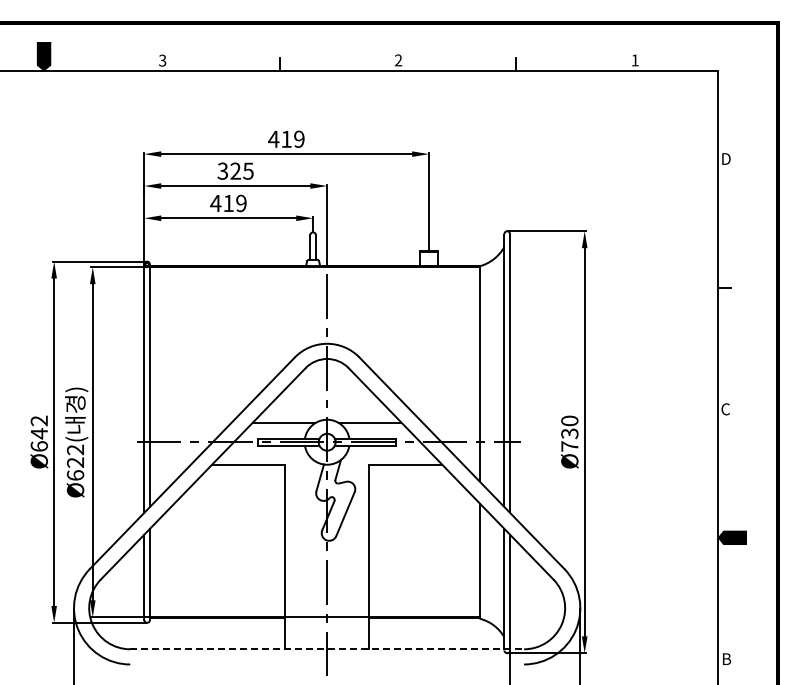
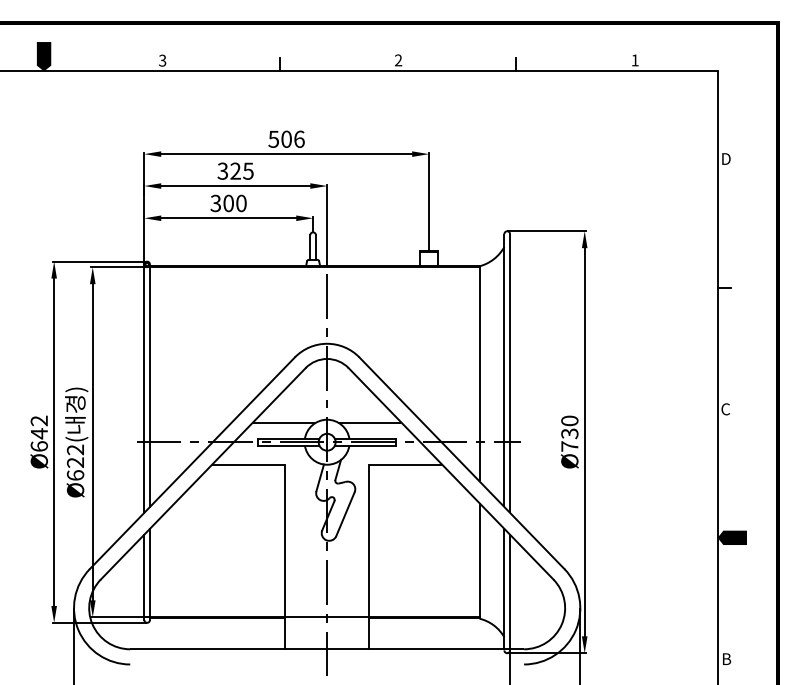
text at (286, 138): 419 -> 506
text at (228, 203): 419 -> 300
line at (327, 649): dashed -> solid
